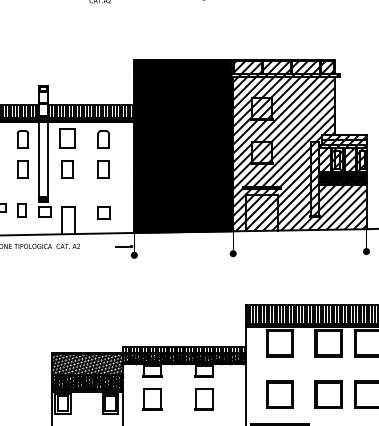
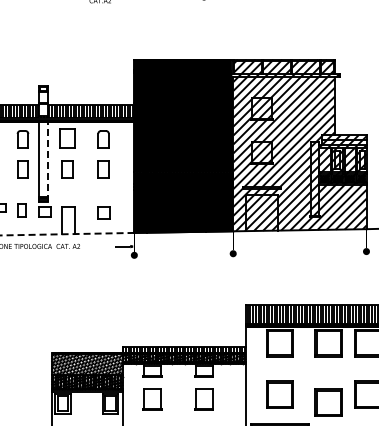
line at (48, 160): solid -> dashed
line at (67, 234): solid -> dashed
part at (328, 394) position: (328, 394) -> (328, 402)
